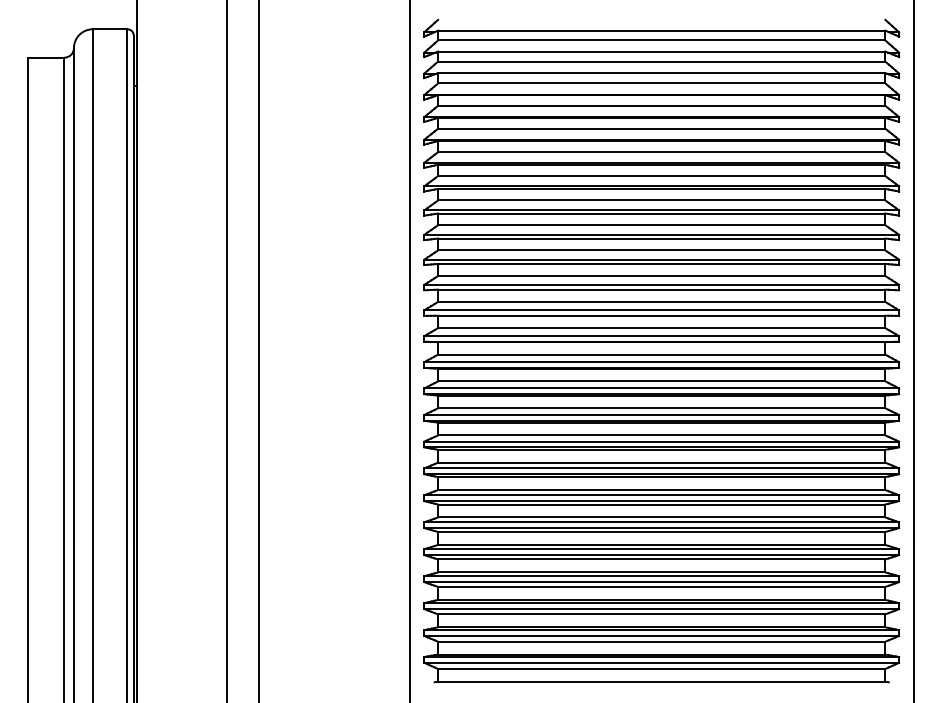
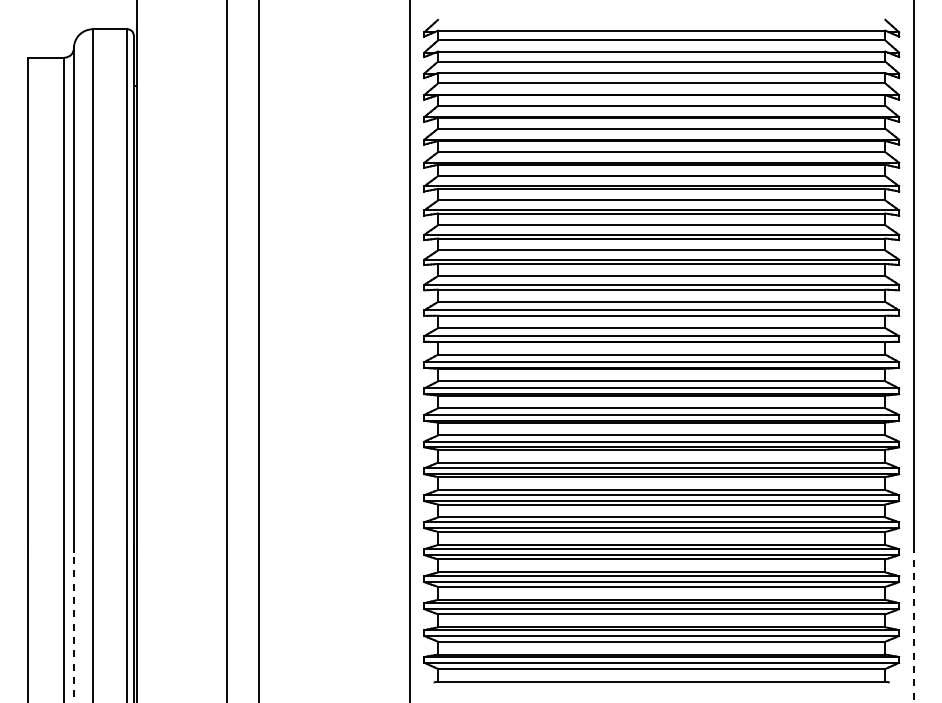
line at (73, 627): solid -> dashed
line at (913, 627): solid -> dashed
